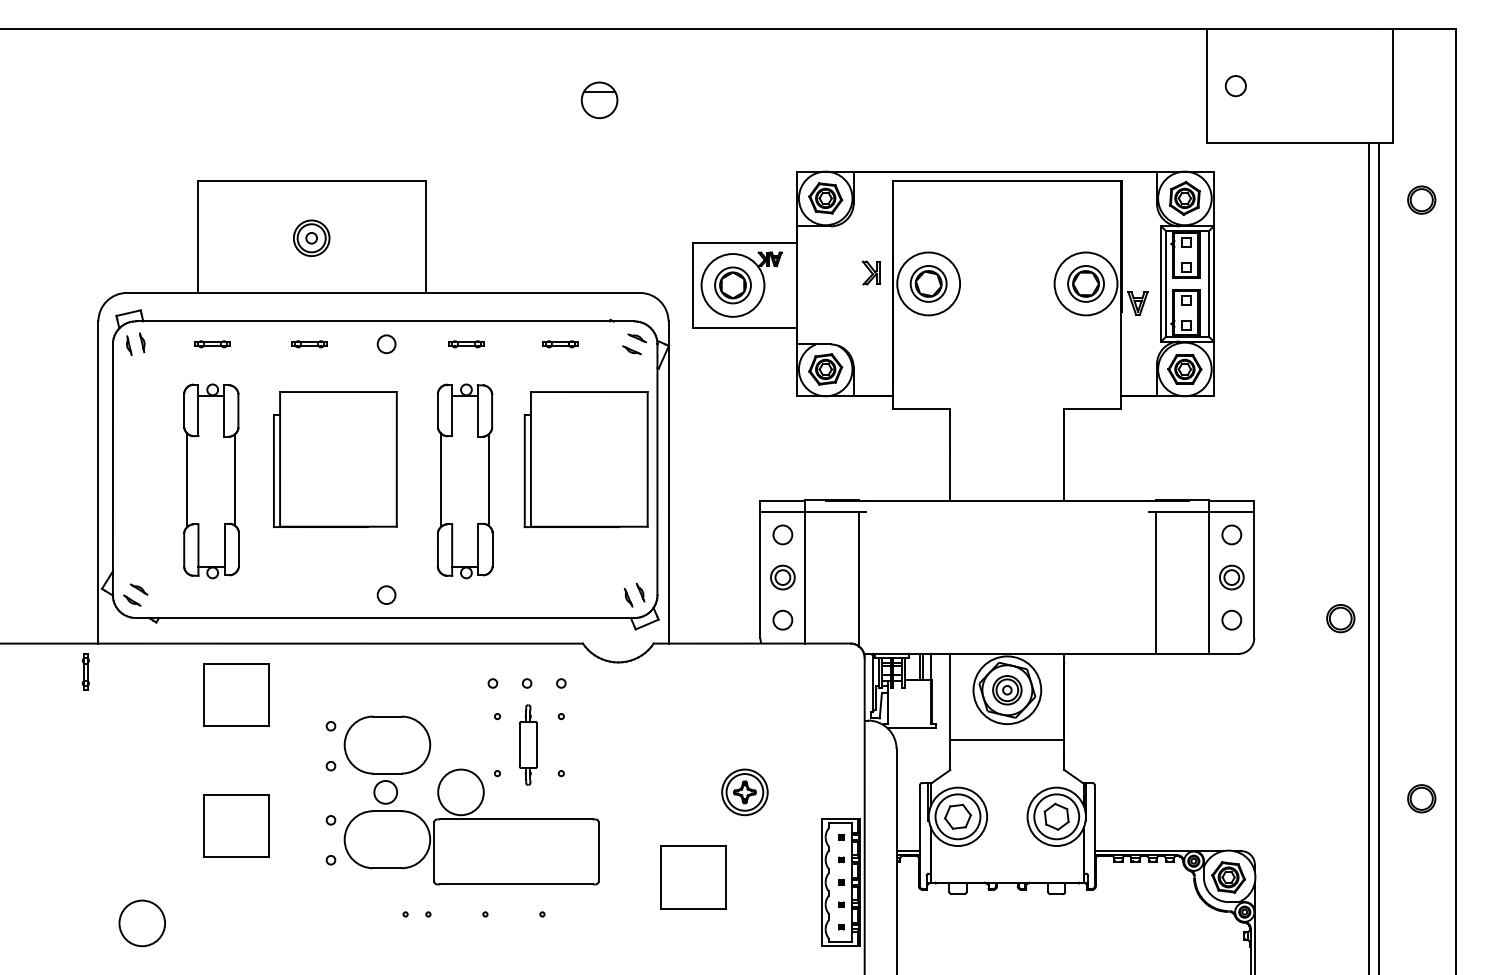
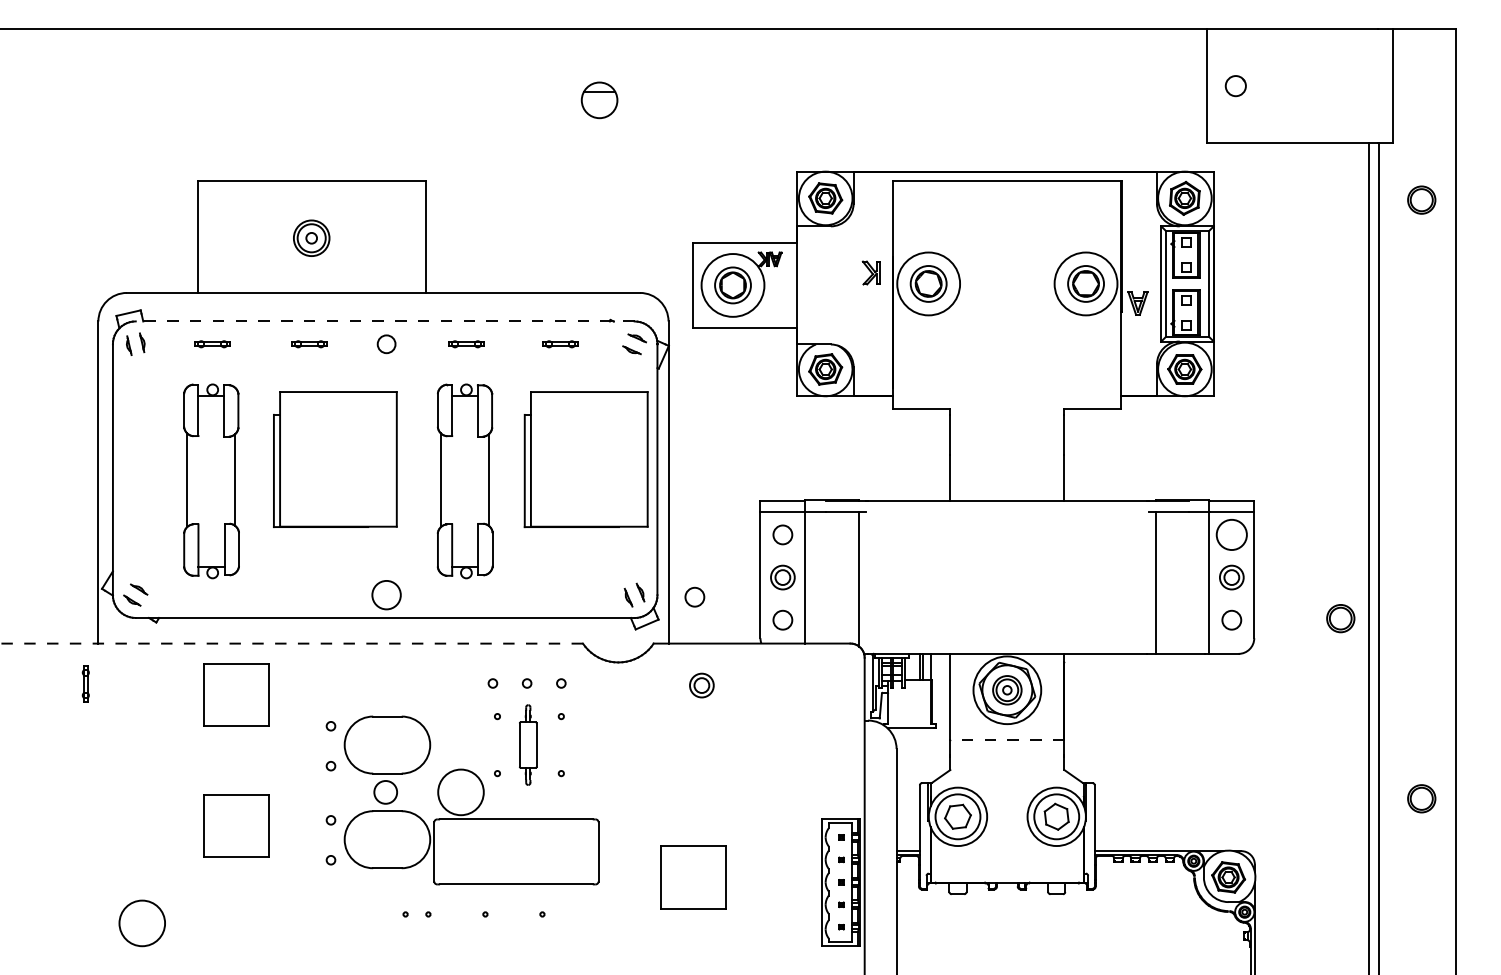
line at (384, 321): solid -> dashed
circle at (1231, 534) diameter: 19 px -> 30 px
circle at (386, 595) diameter: 18 px -> 28 px
circle at (694, 596): none -> present
line at (291, 643): solid -> dashed
part at (85, 671) position: (85, 671) -> (85, 683)
part at (701, 685): none -> present
line at (1006, 740): solid -> dashed
part at (744, 792): present -> none
